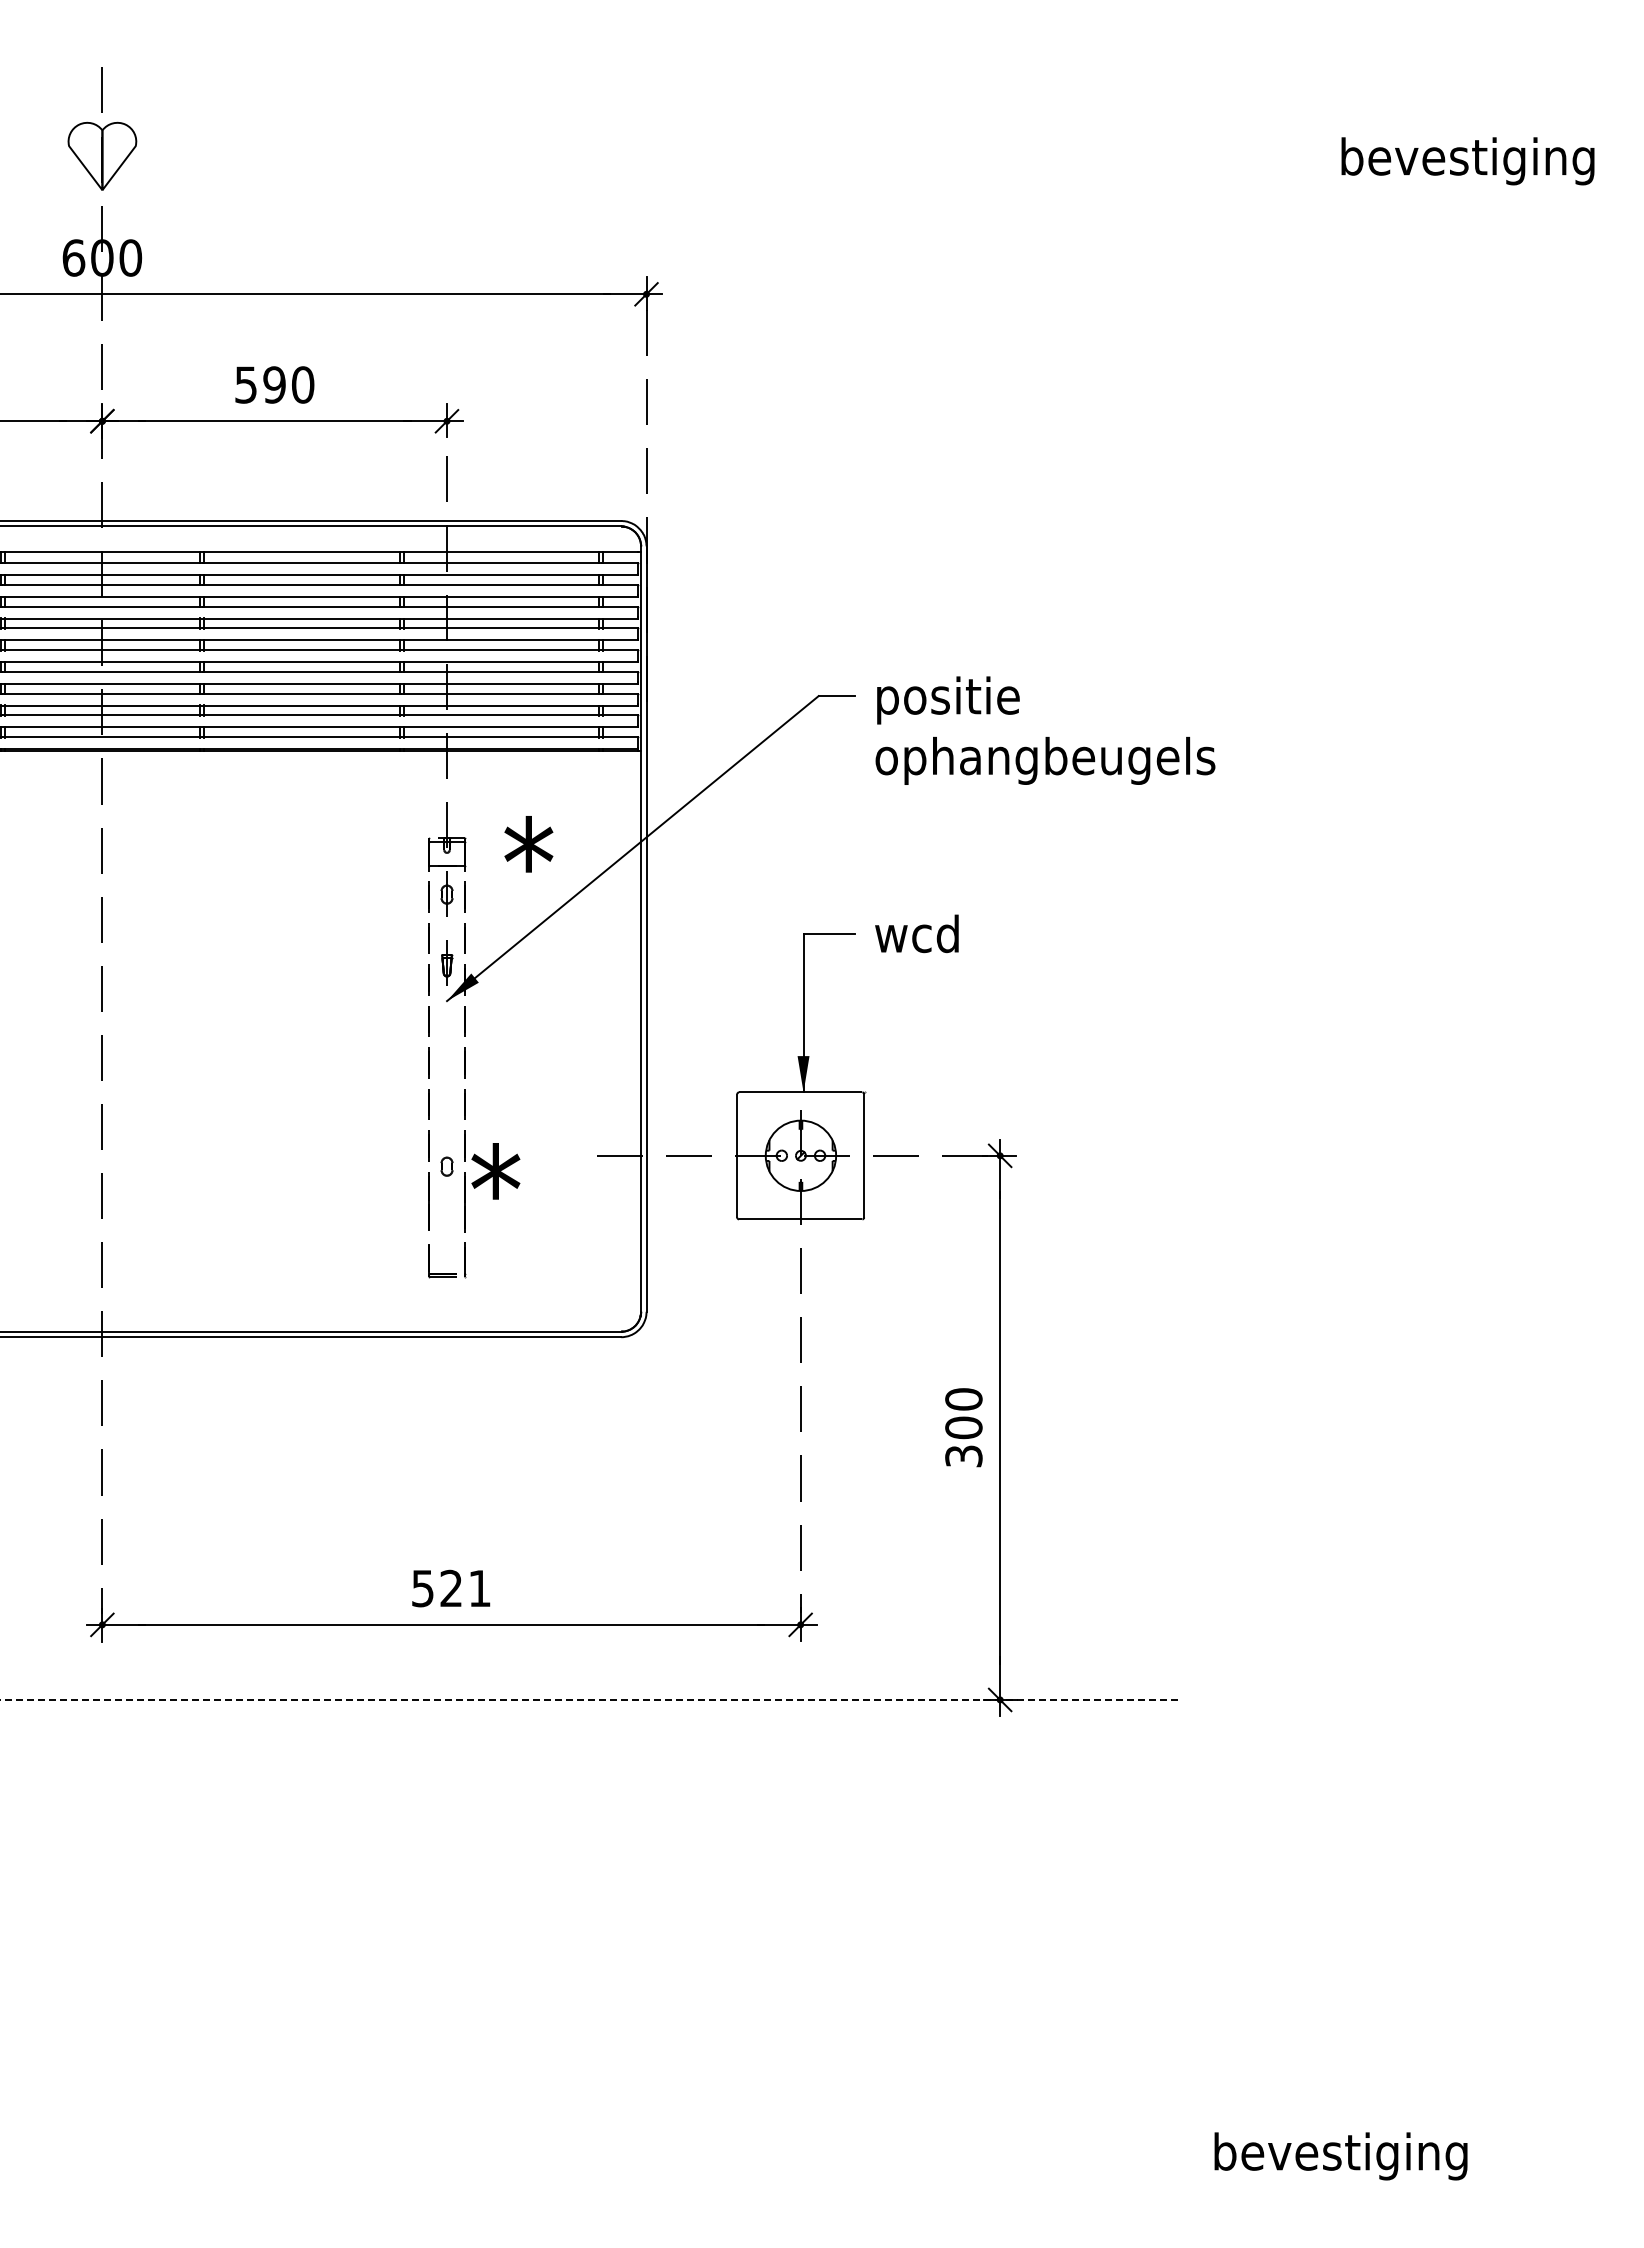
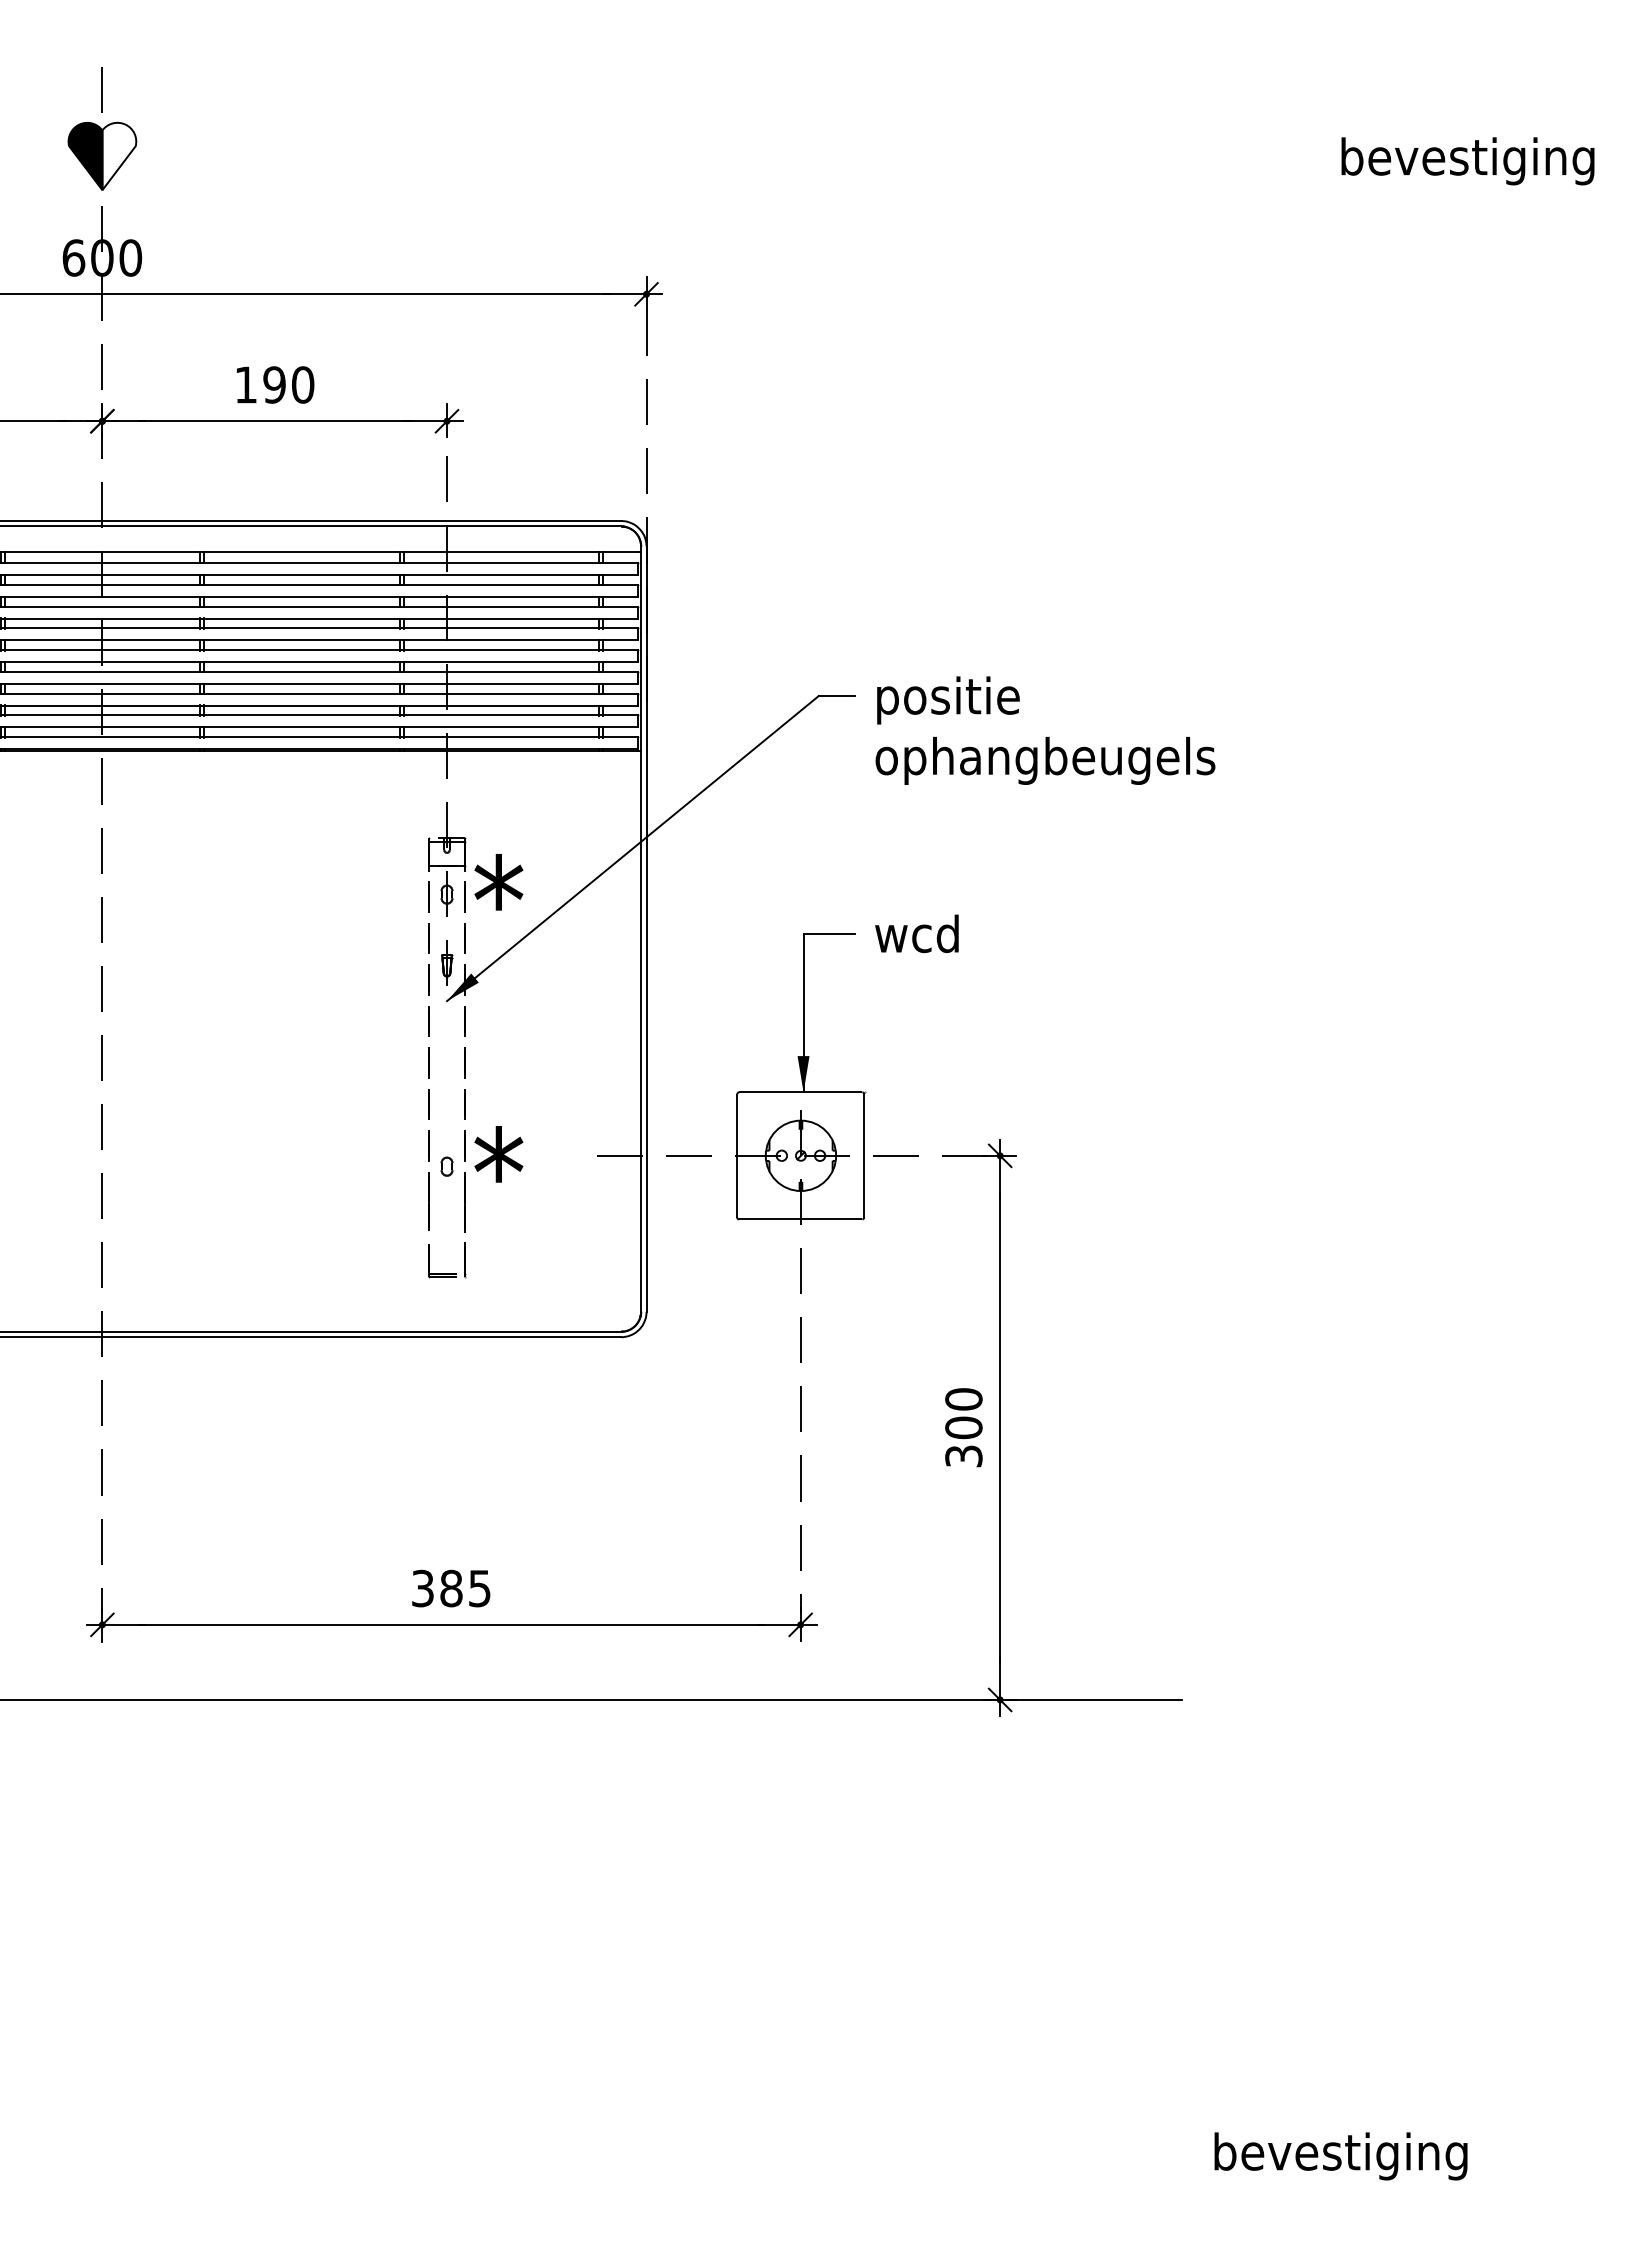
fill at (85, 156): none -> present
text at (245, 384): 590 -> 190
text at (528, 844) position: (528, 844) -> (498, 882)
text at (495, 1171) position: (495, 1171) -> (498, 1154)
text at (451, 1588): 521 -> 385
line at (591, 1699): dashed -> solid
